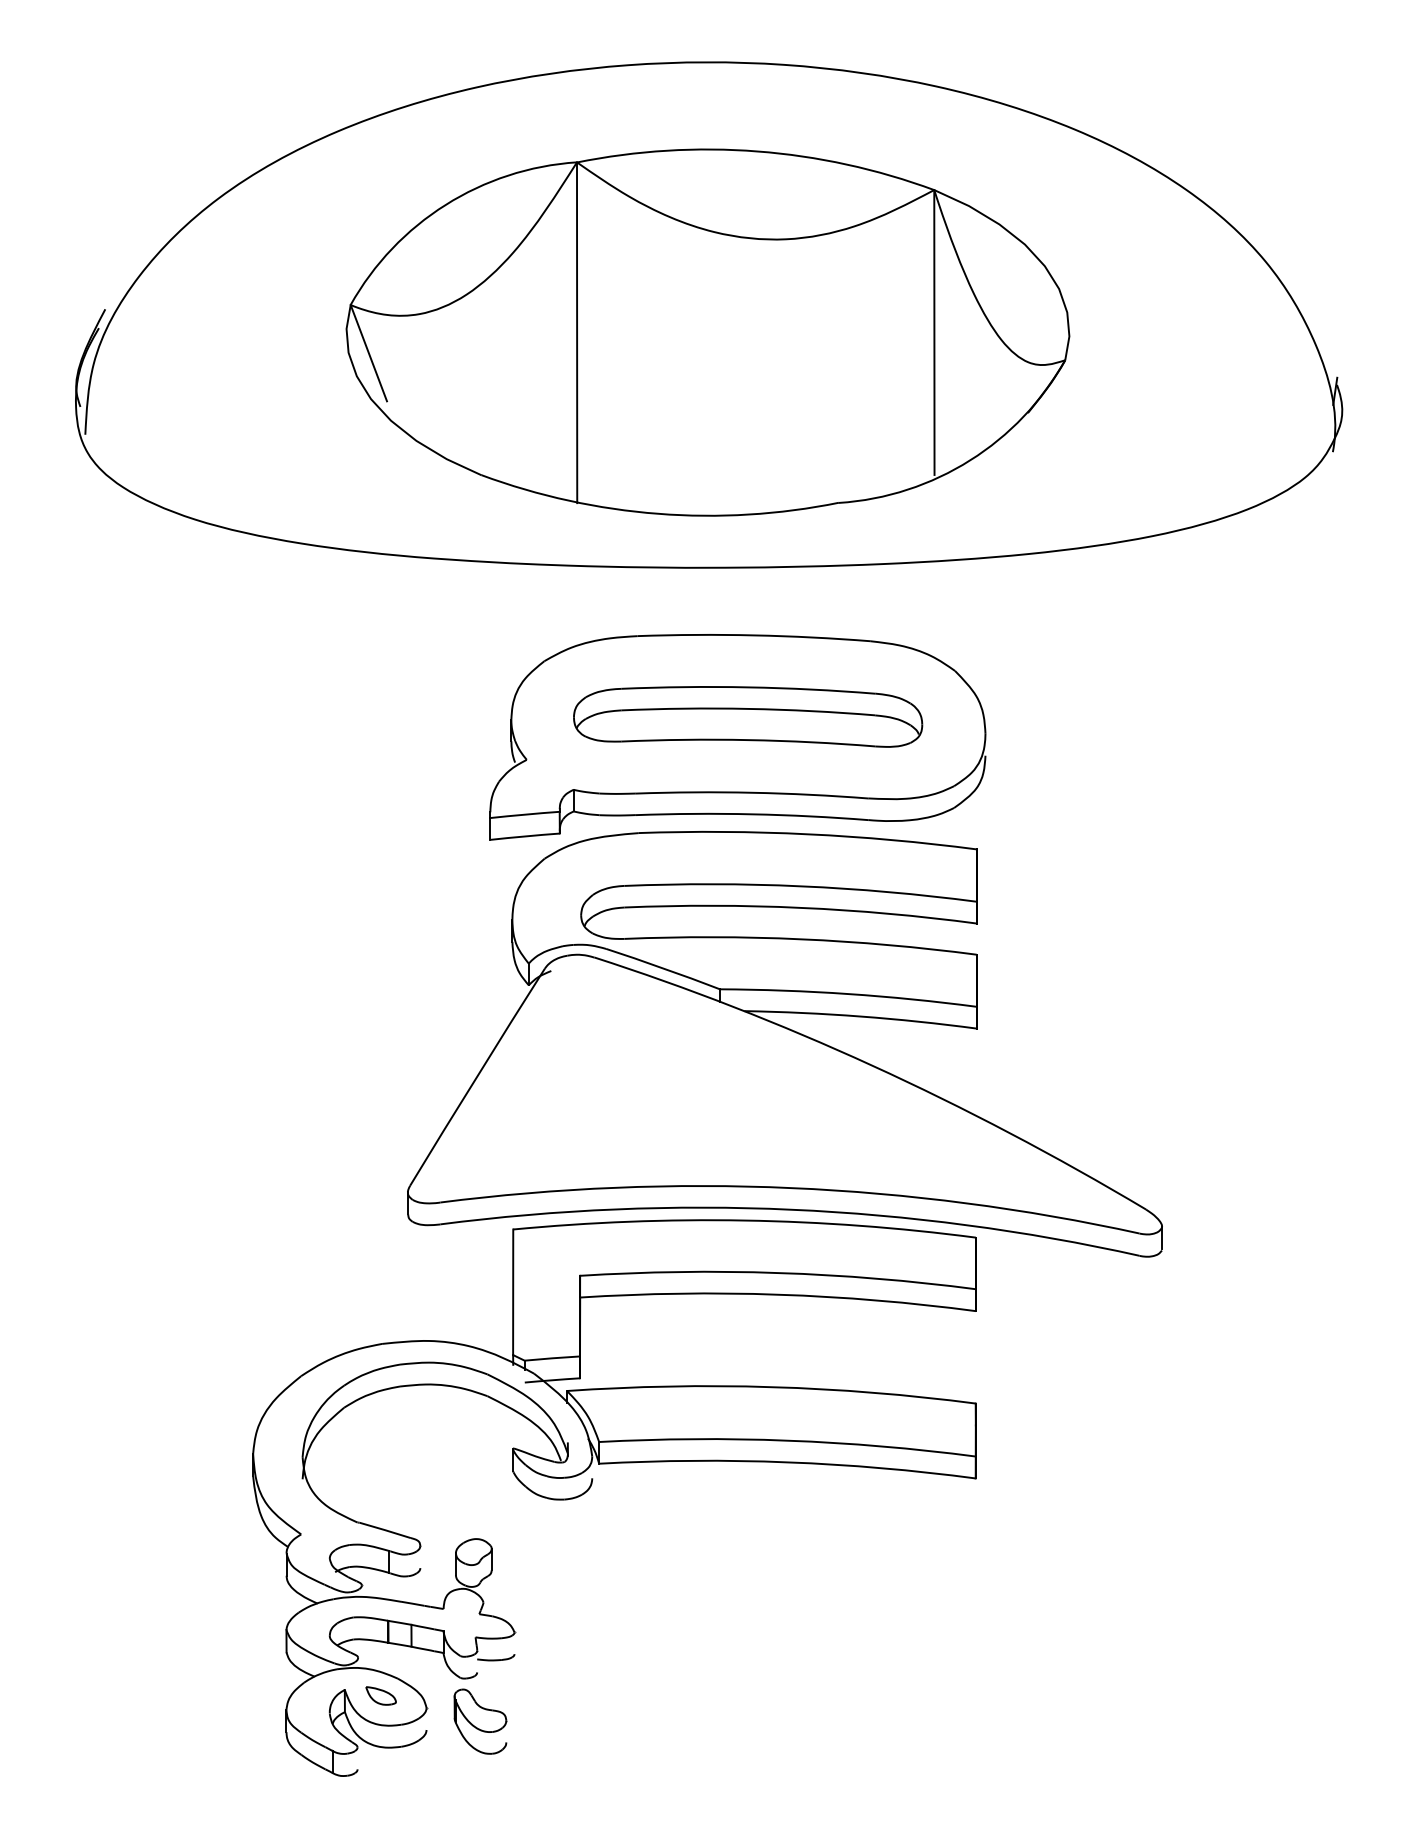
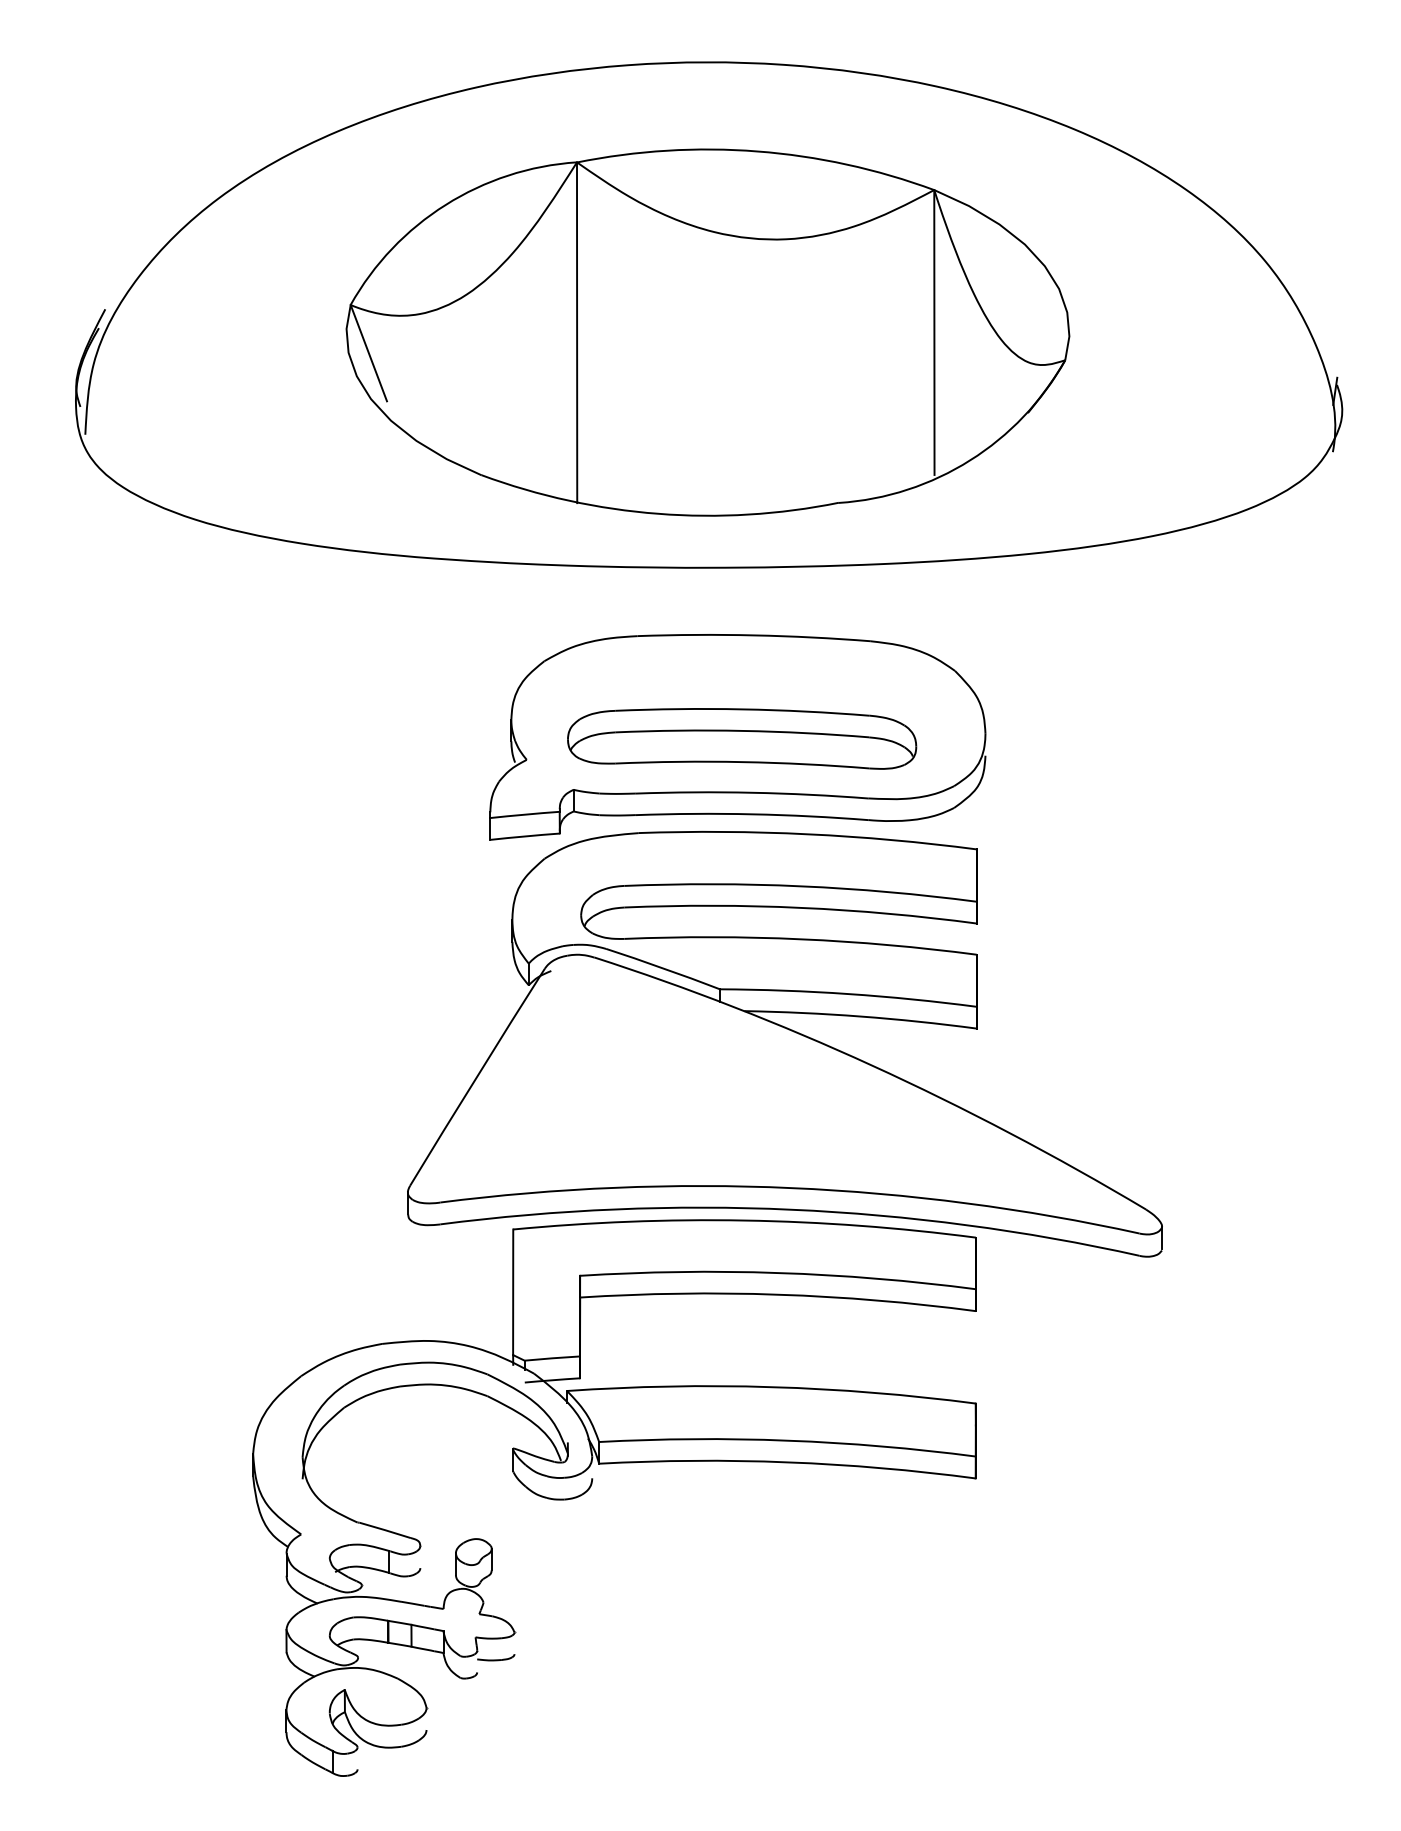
part at (748, 716) position: (748, 716) -> (742, 738)
part at (380, 1695): present -> none
part at (480, 1721): present -> none
